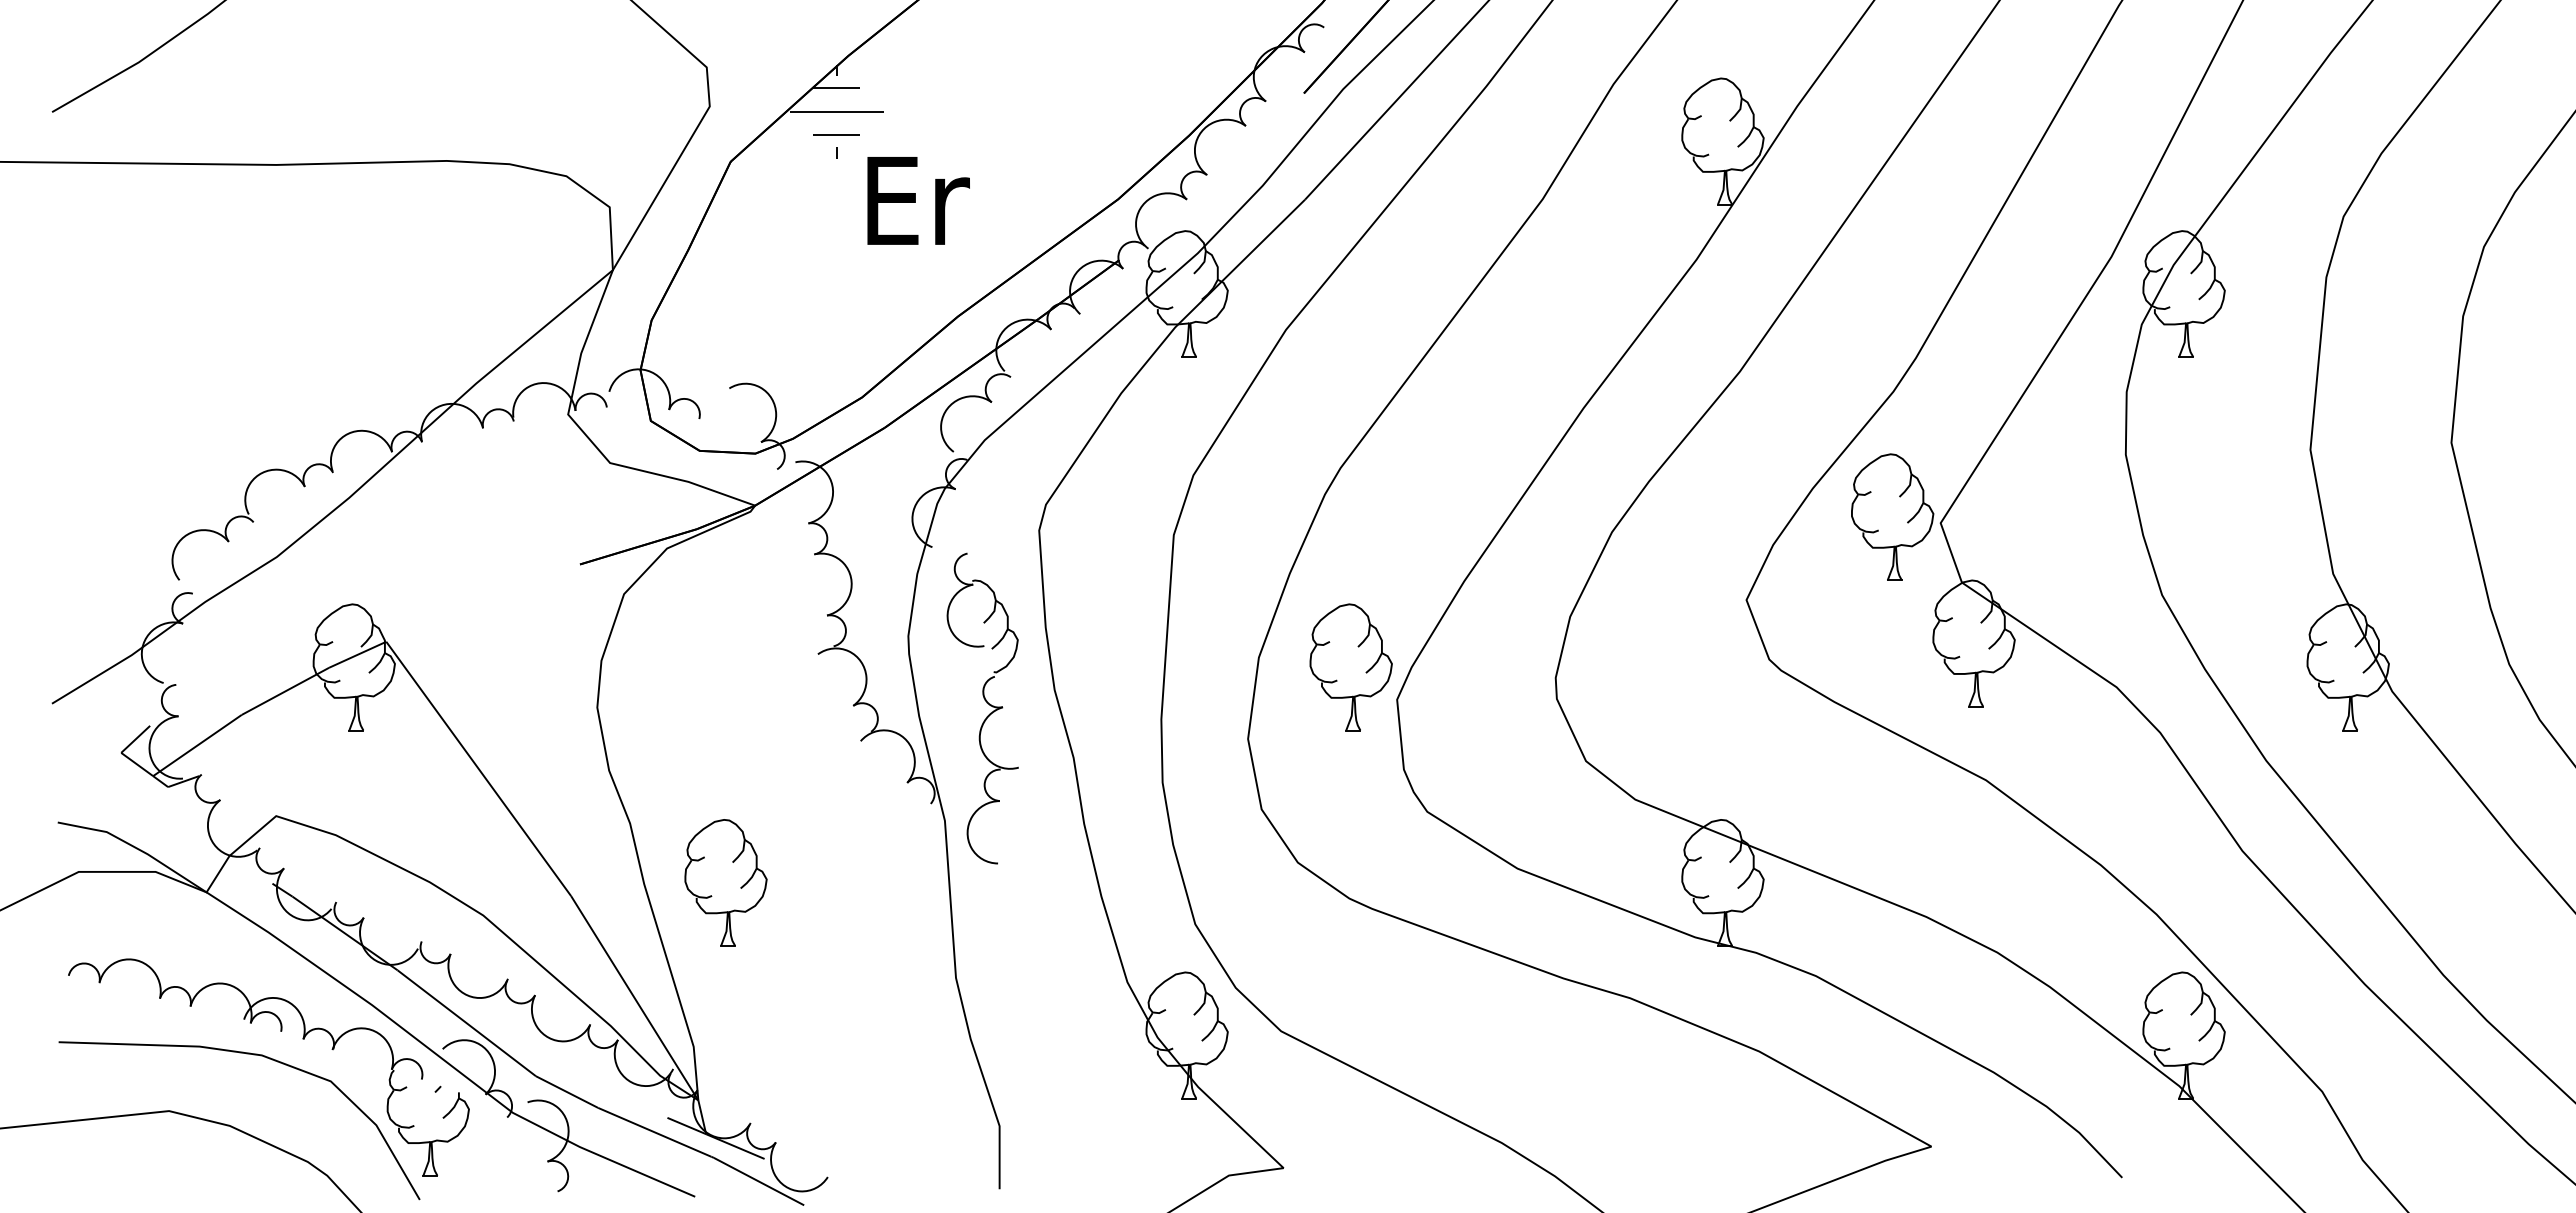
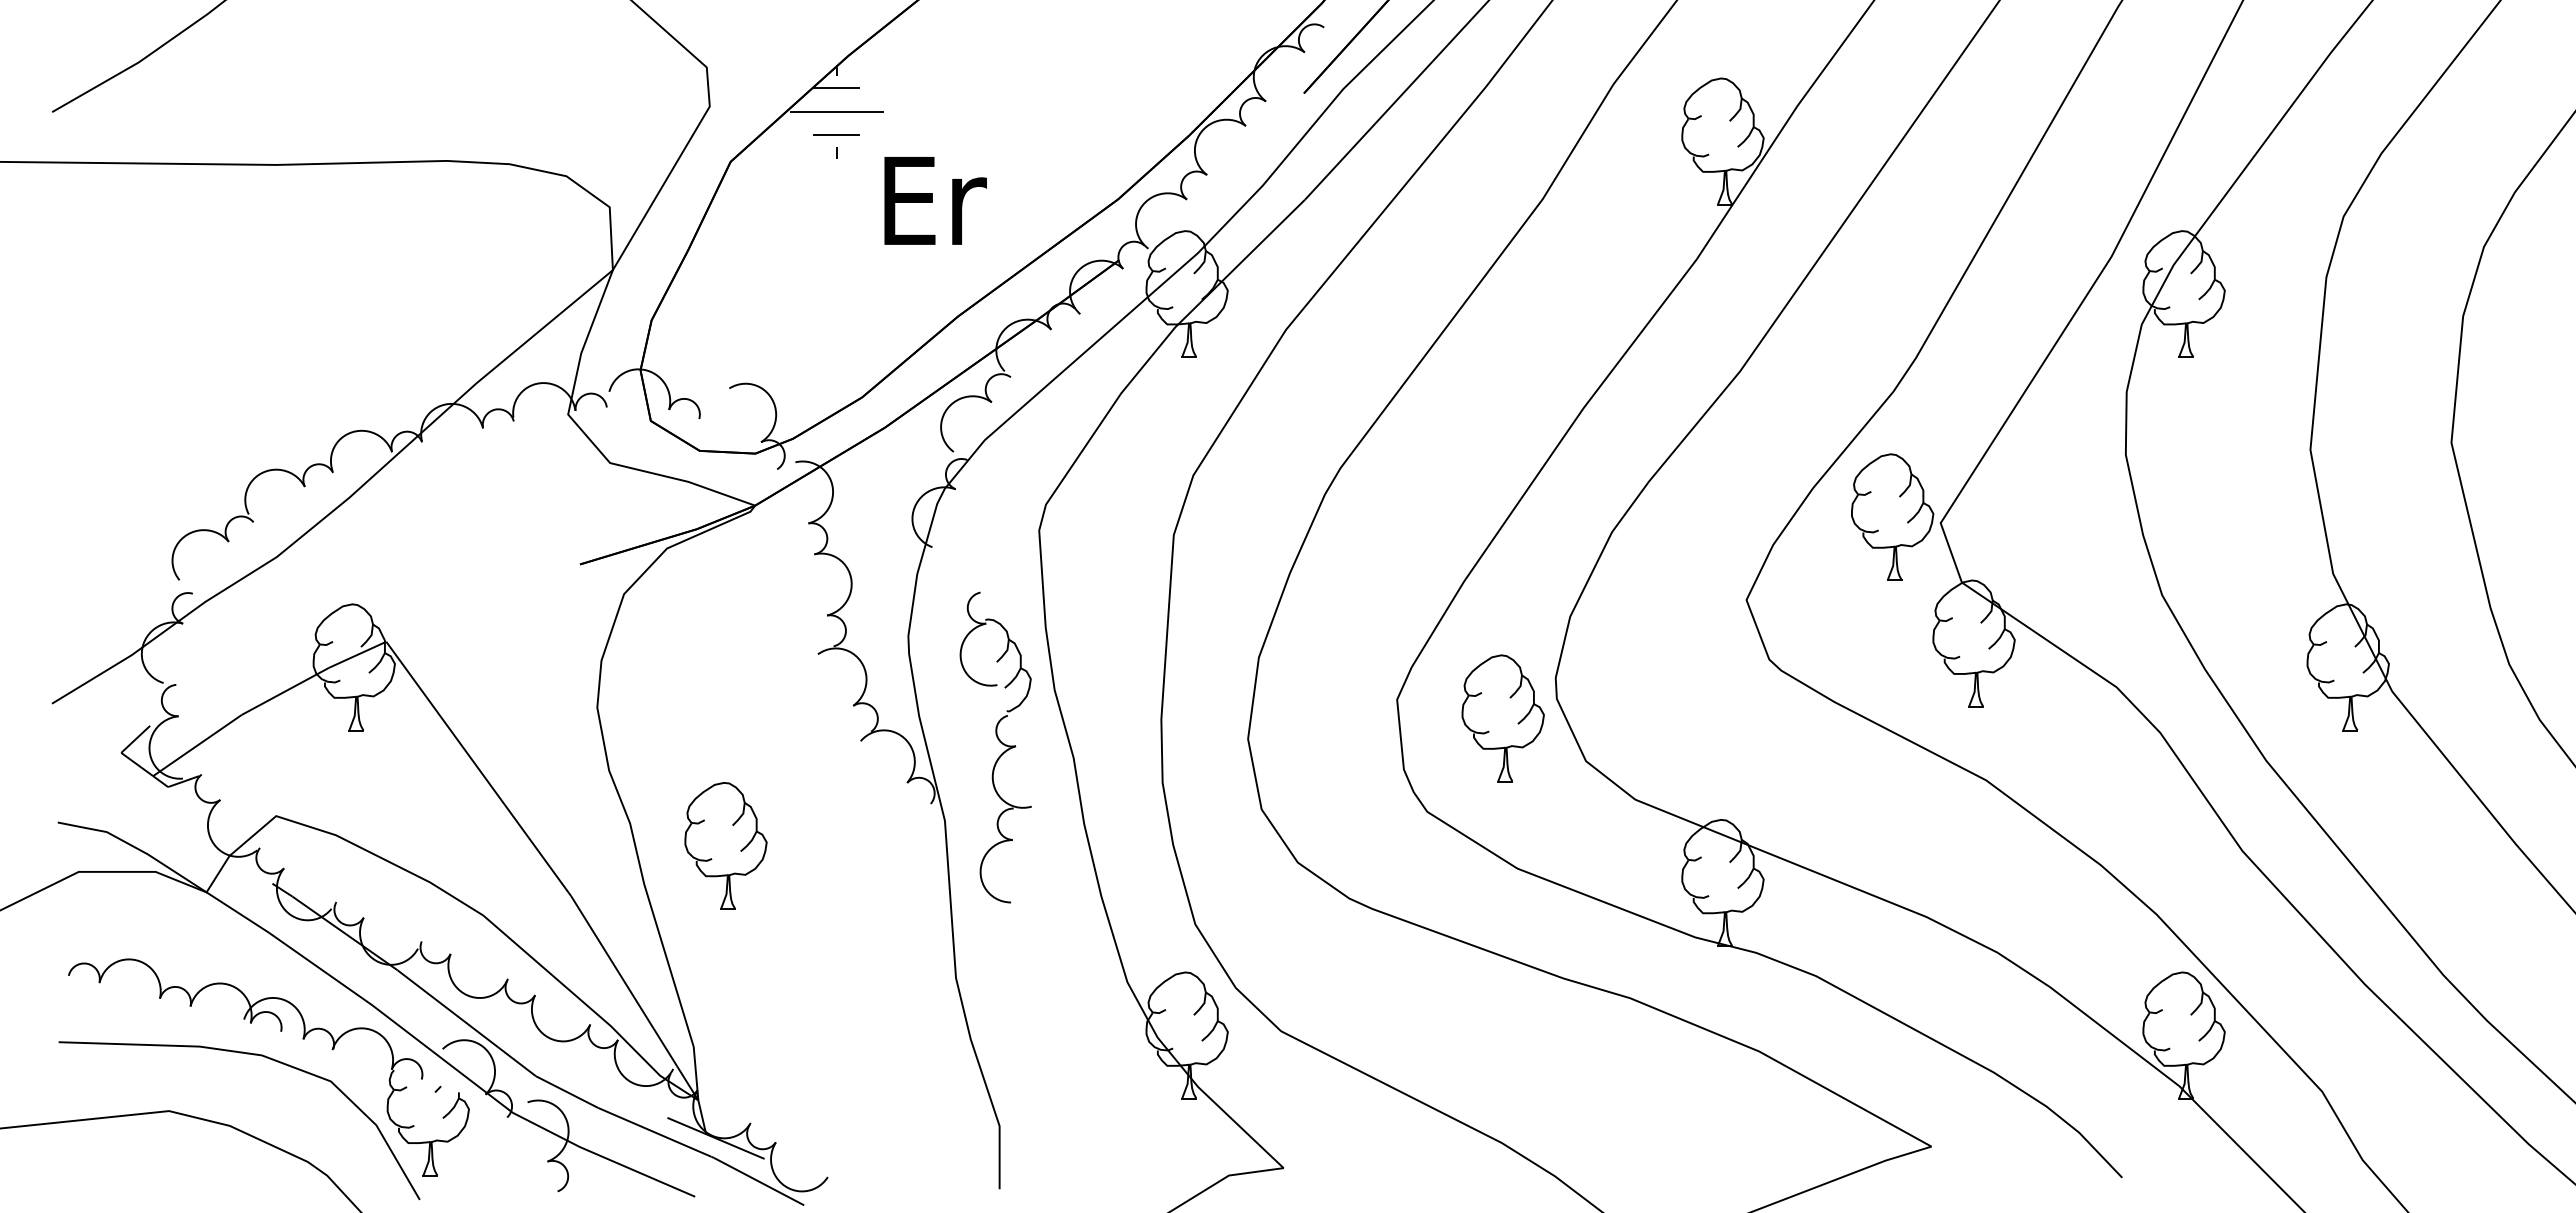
text at (918, 200) position: (918, 200) -> (935, 200)
part at (1350, 667) position: (1350, 667) -> (1502, 718)
part at (987, 703) position: (987, 703) -> (1000, 742)
part at (725, 882) position: (725, 882) -> (725, 845)
